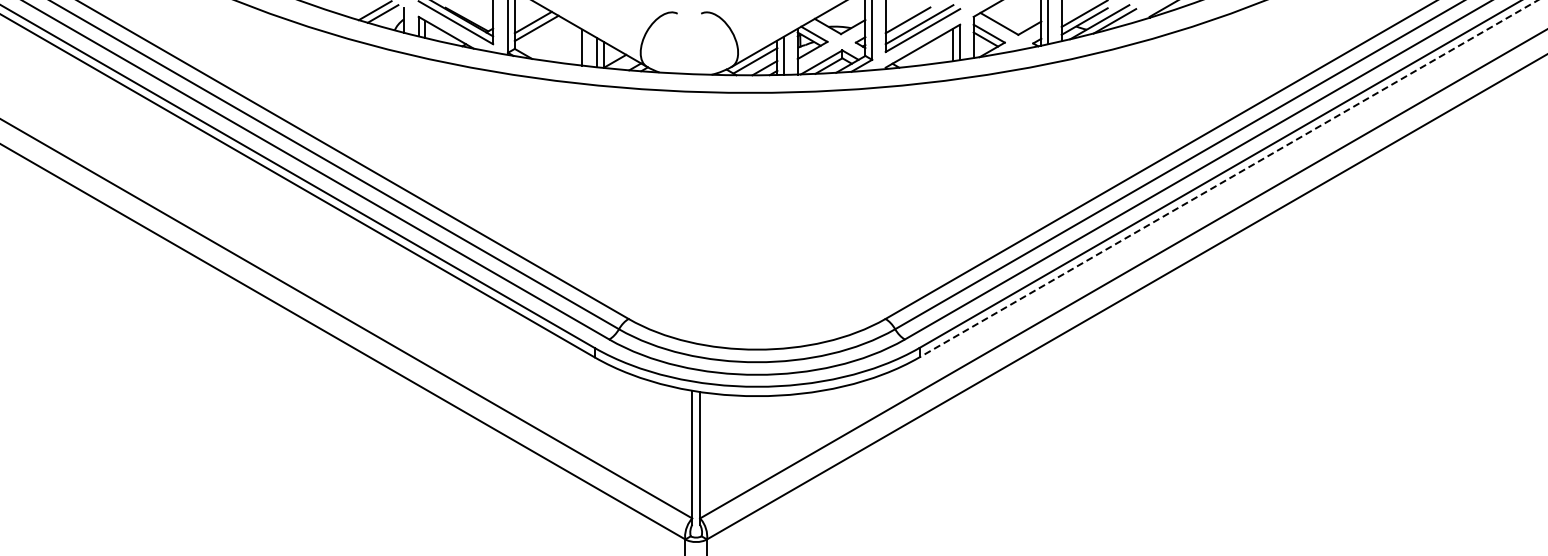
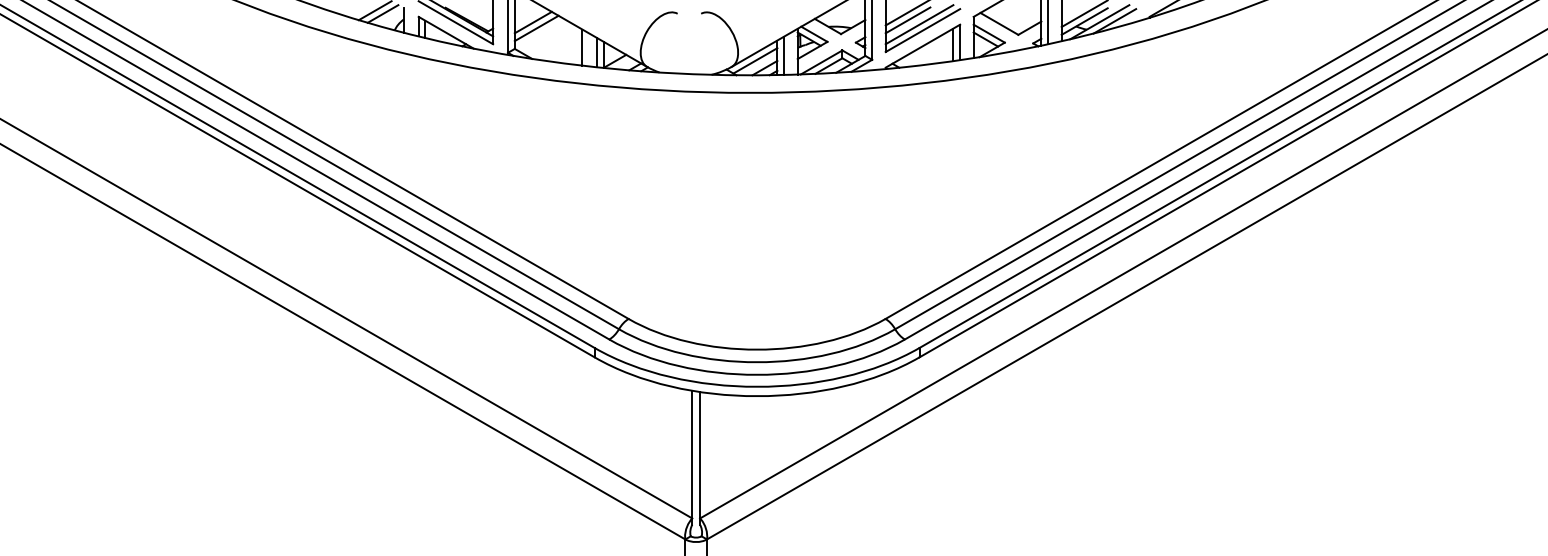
line at (905, 13): none -> present
line at (1228, 178): dashed -> solid
